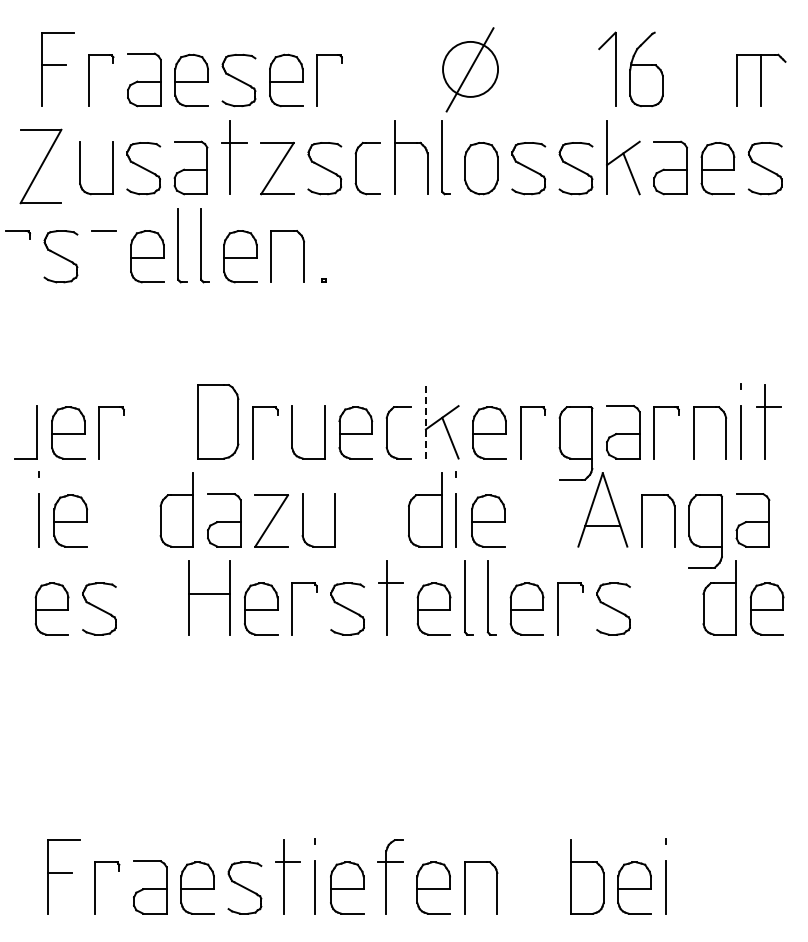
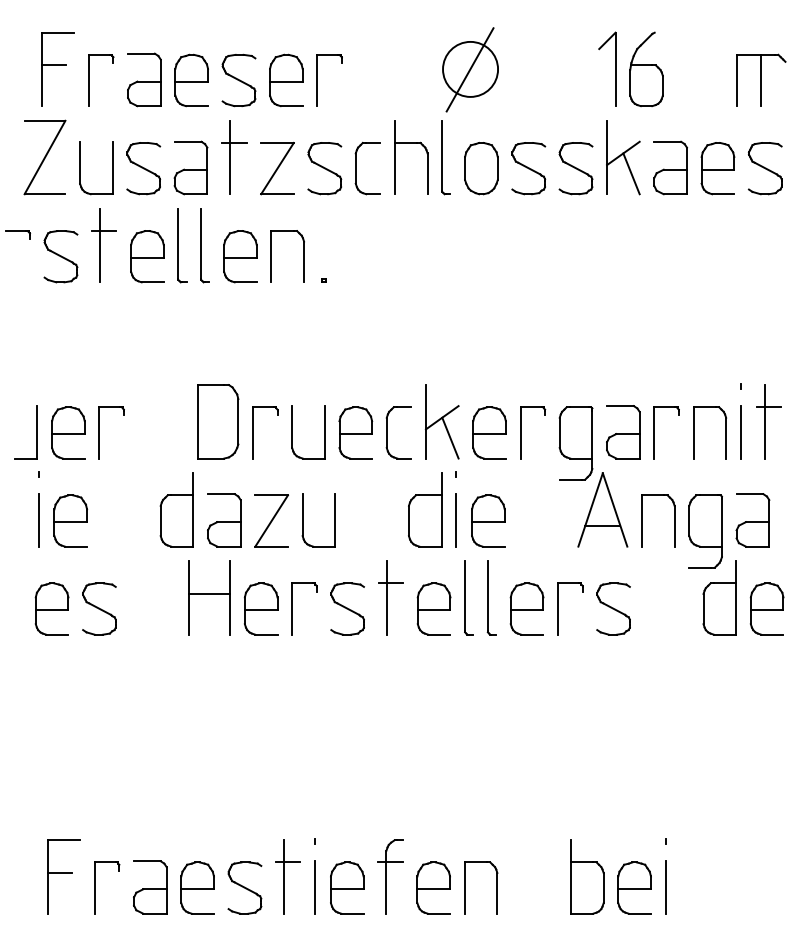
part at (40, 166) position: (40, 166) -> (44, 157)
line at (100, 245): none -> present
line at (425, 421): dashed -> solid
